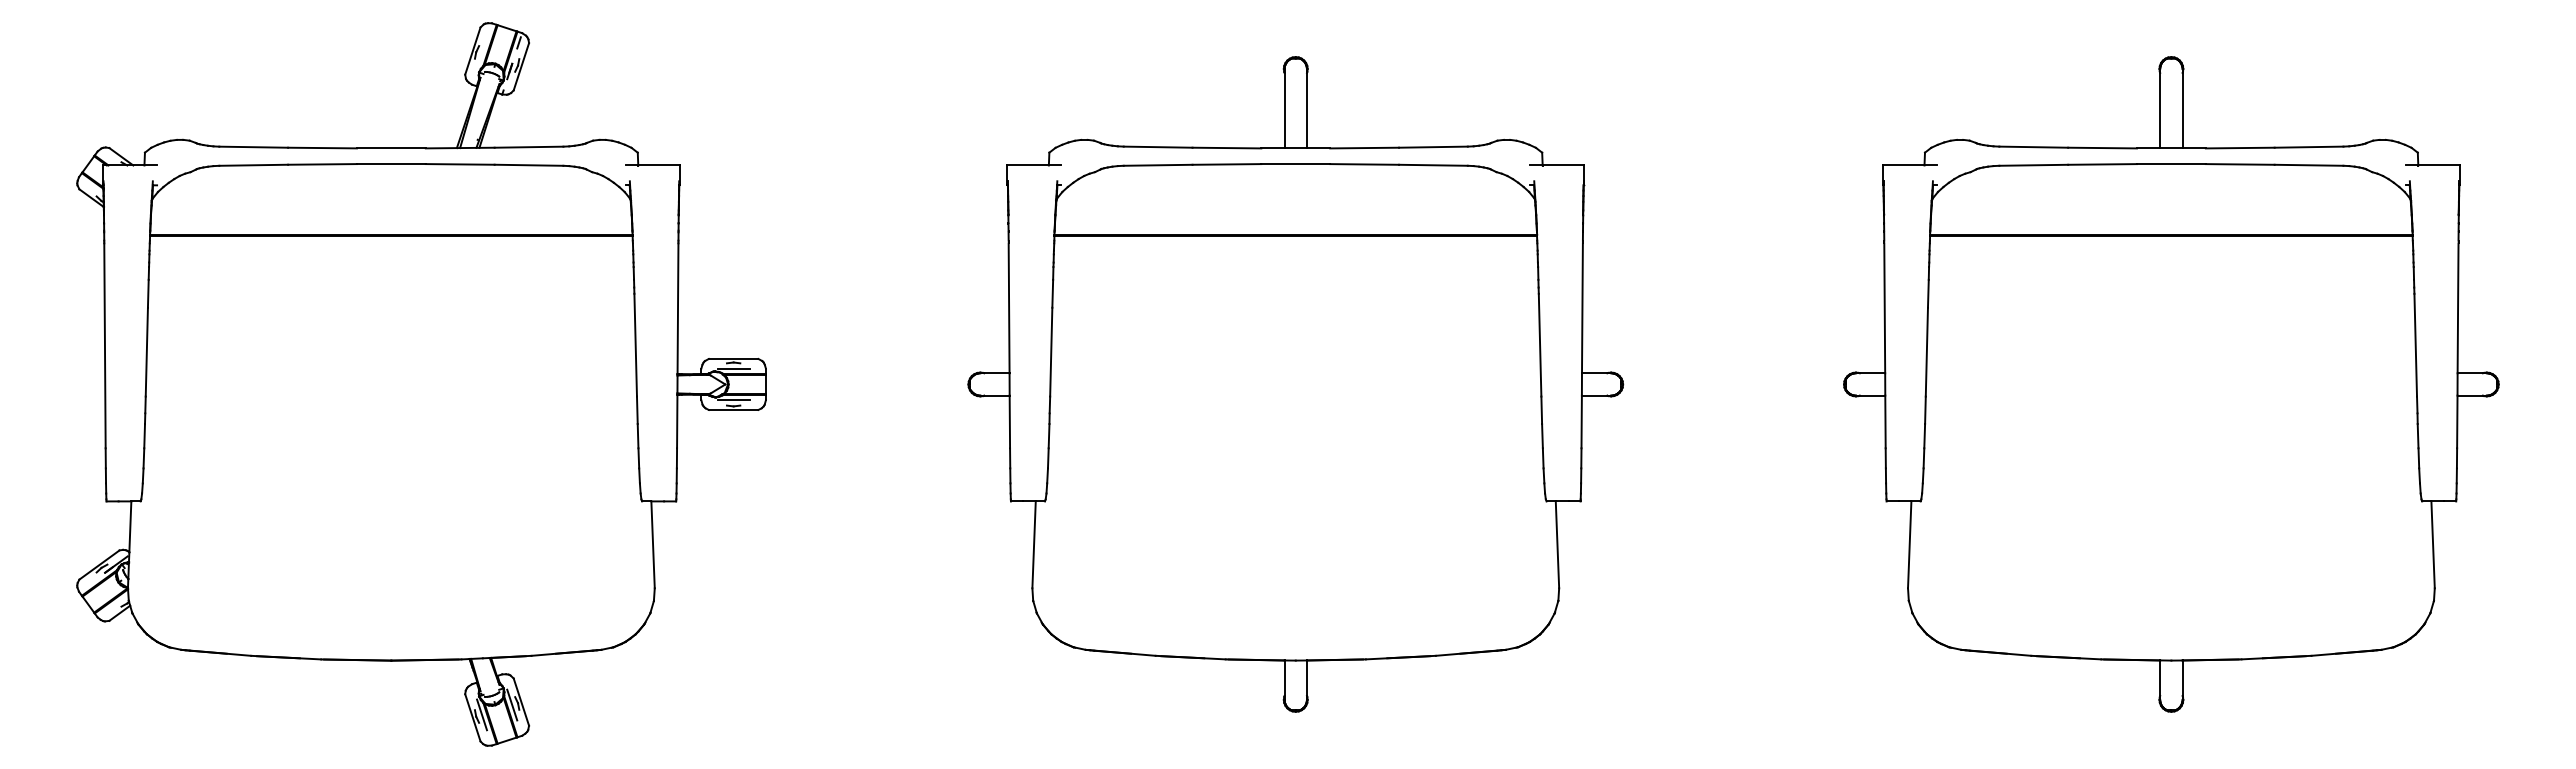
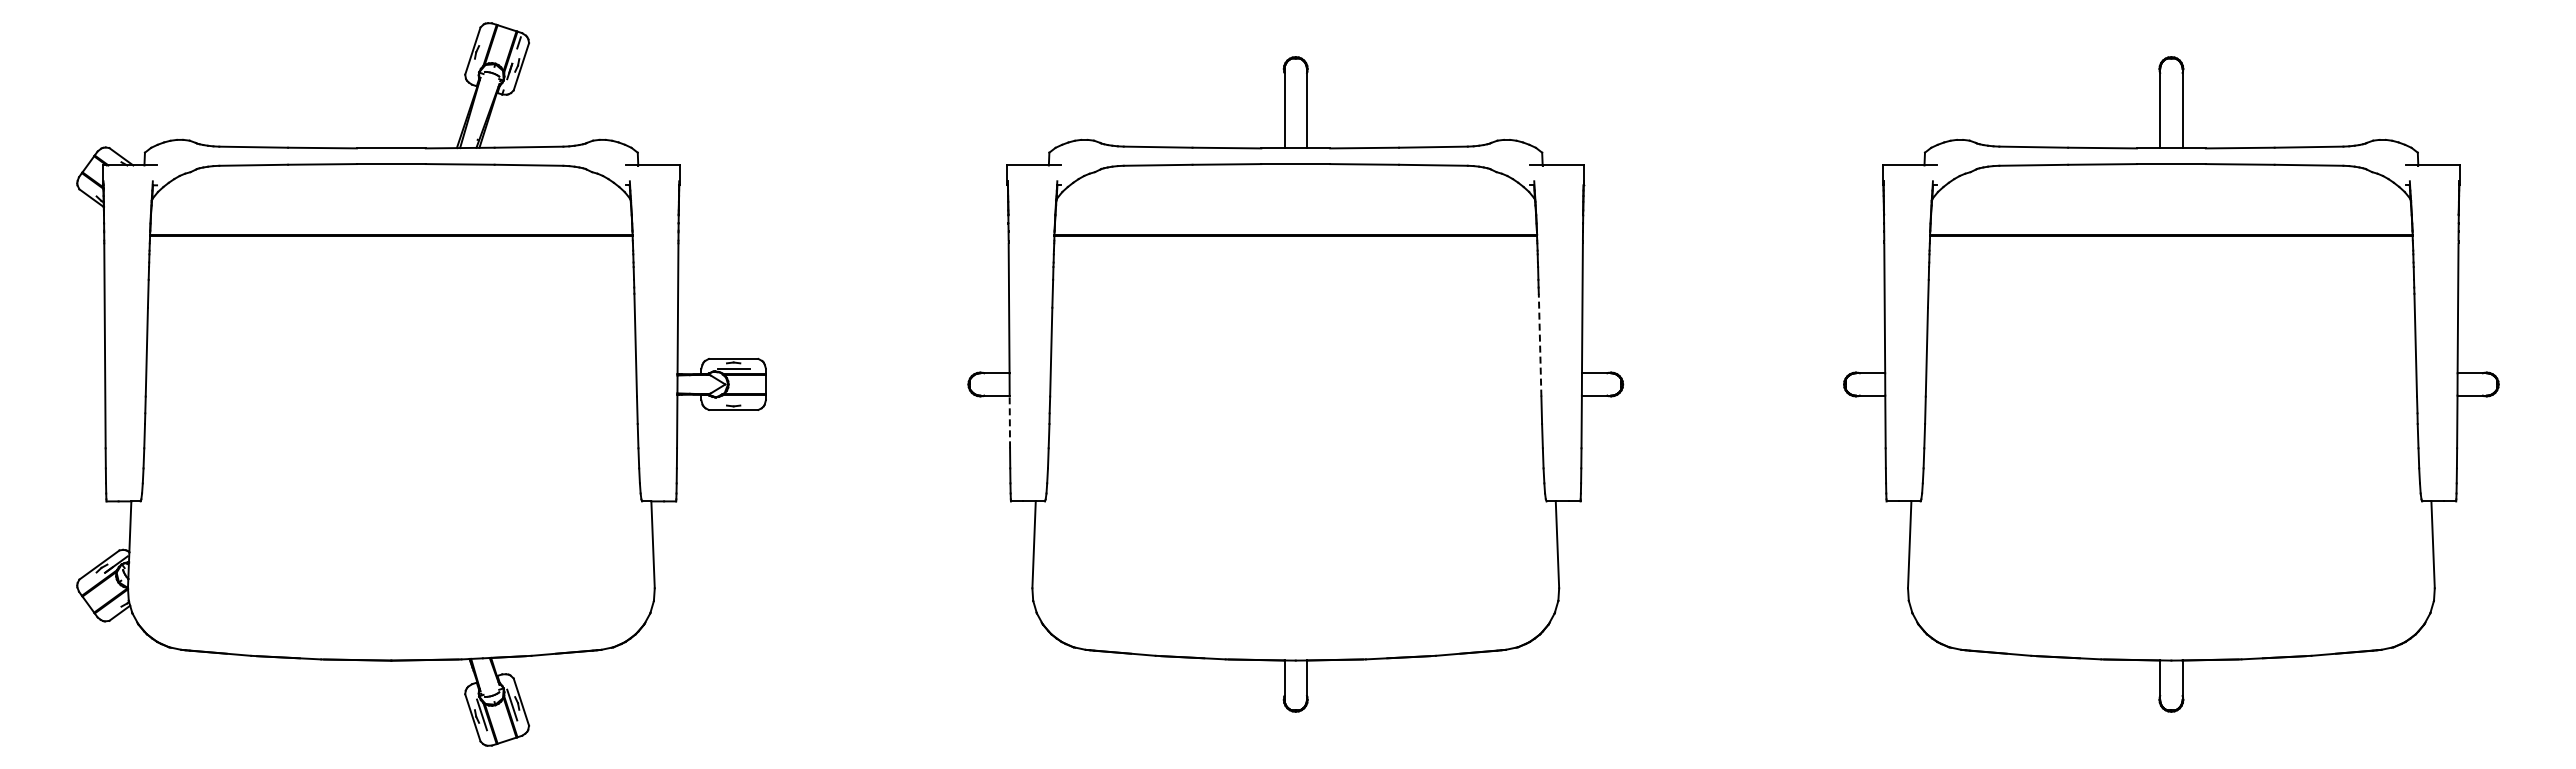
line at (1540, 344): solid -> dashed
line at (733, 400): present -> none
line at (1009, 421): solid -> dashed
